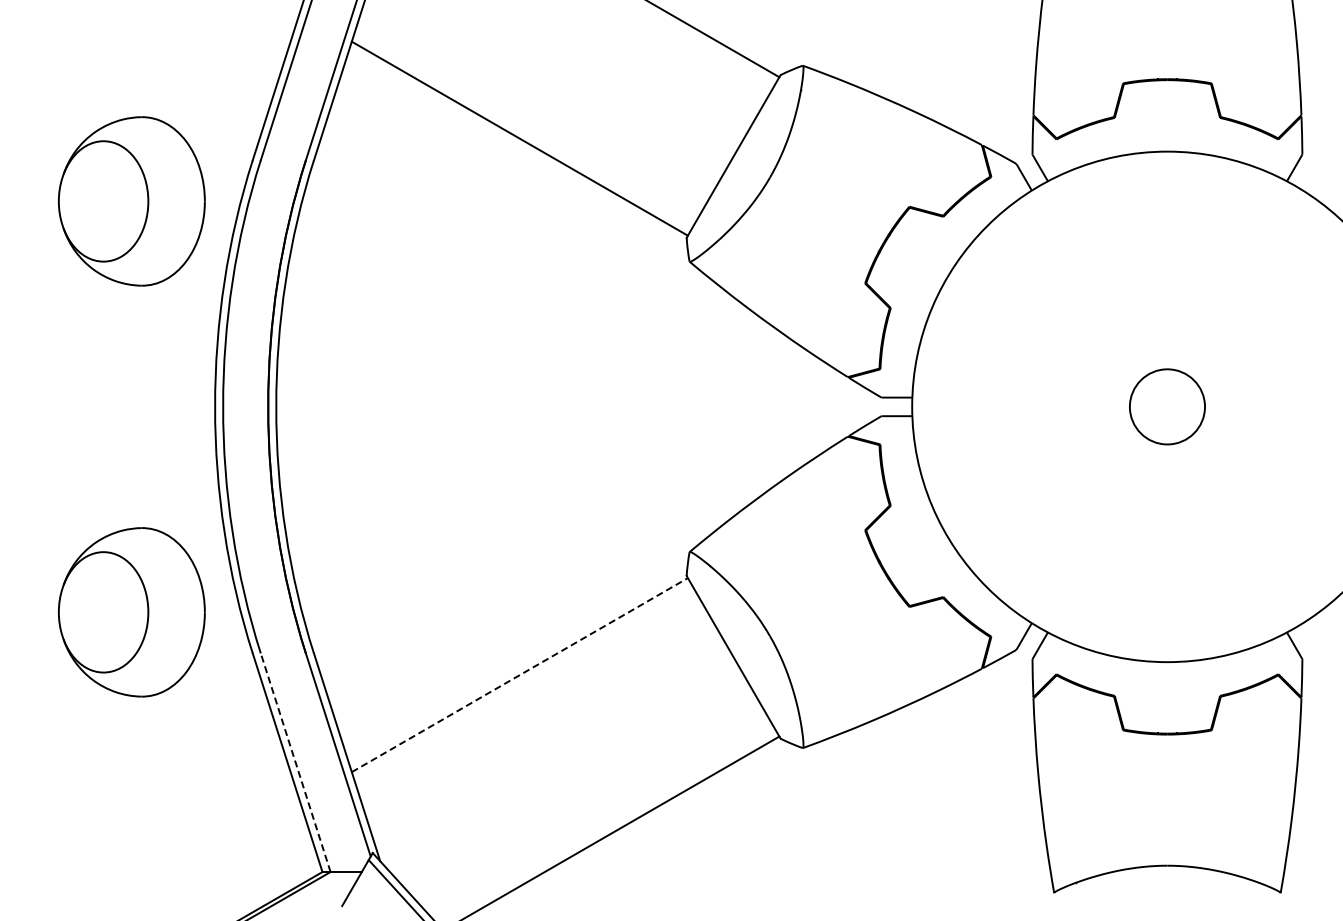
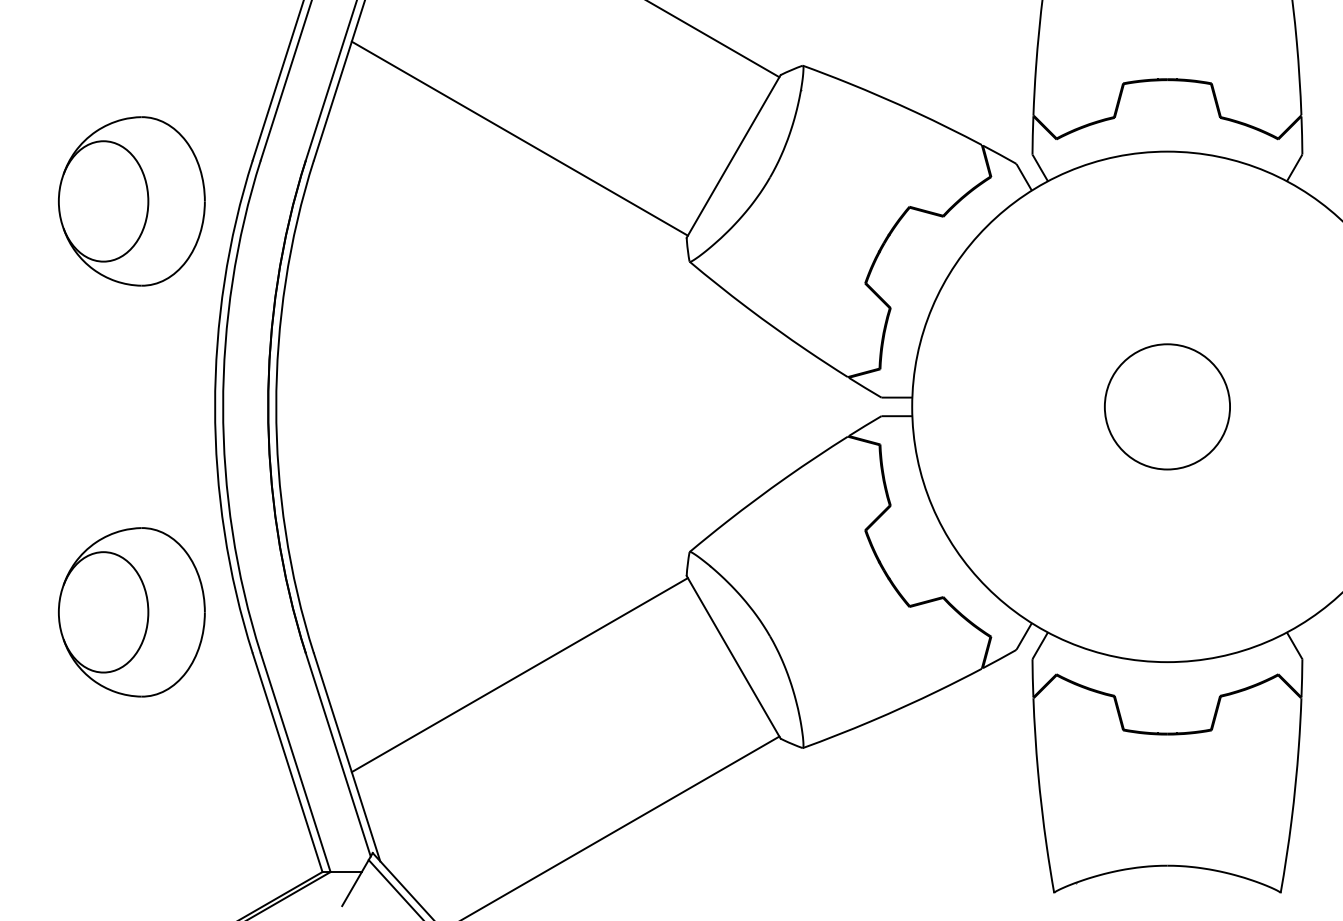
circle at (1167, 406) diameter: 75 px -> 125 px
line at (520, 674): dashed -> solid
line at (295, 762): dashed -> solid
